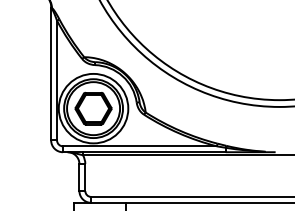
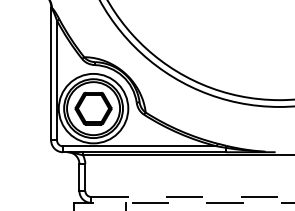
line at (193, 196): solid -> dashed
line at (192, 202): solid -> dashed
